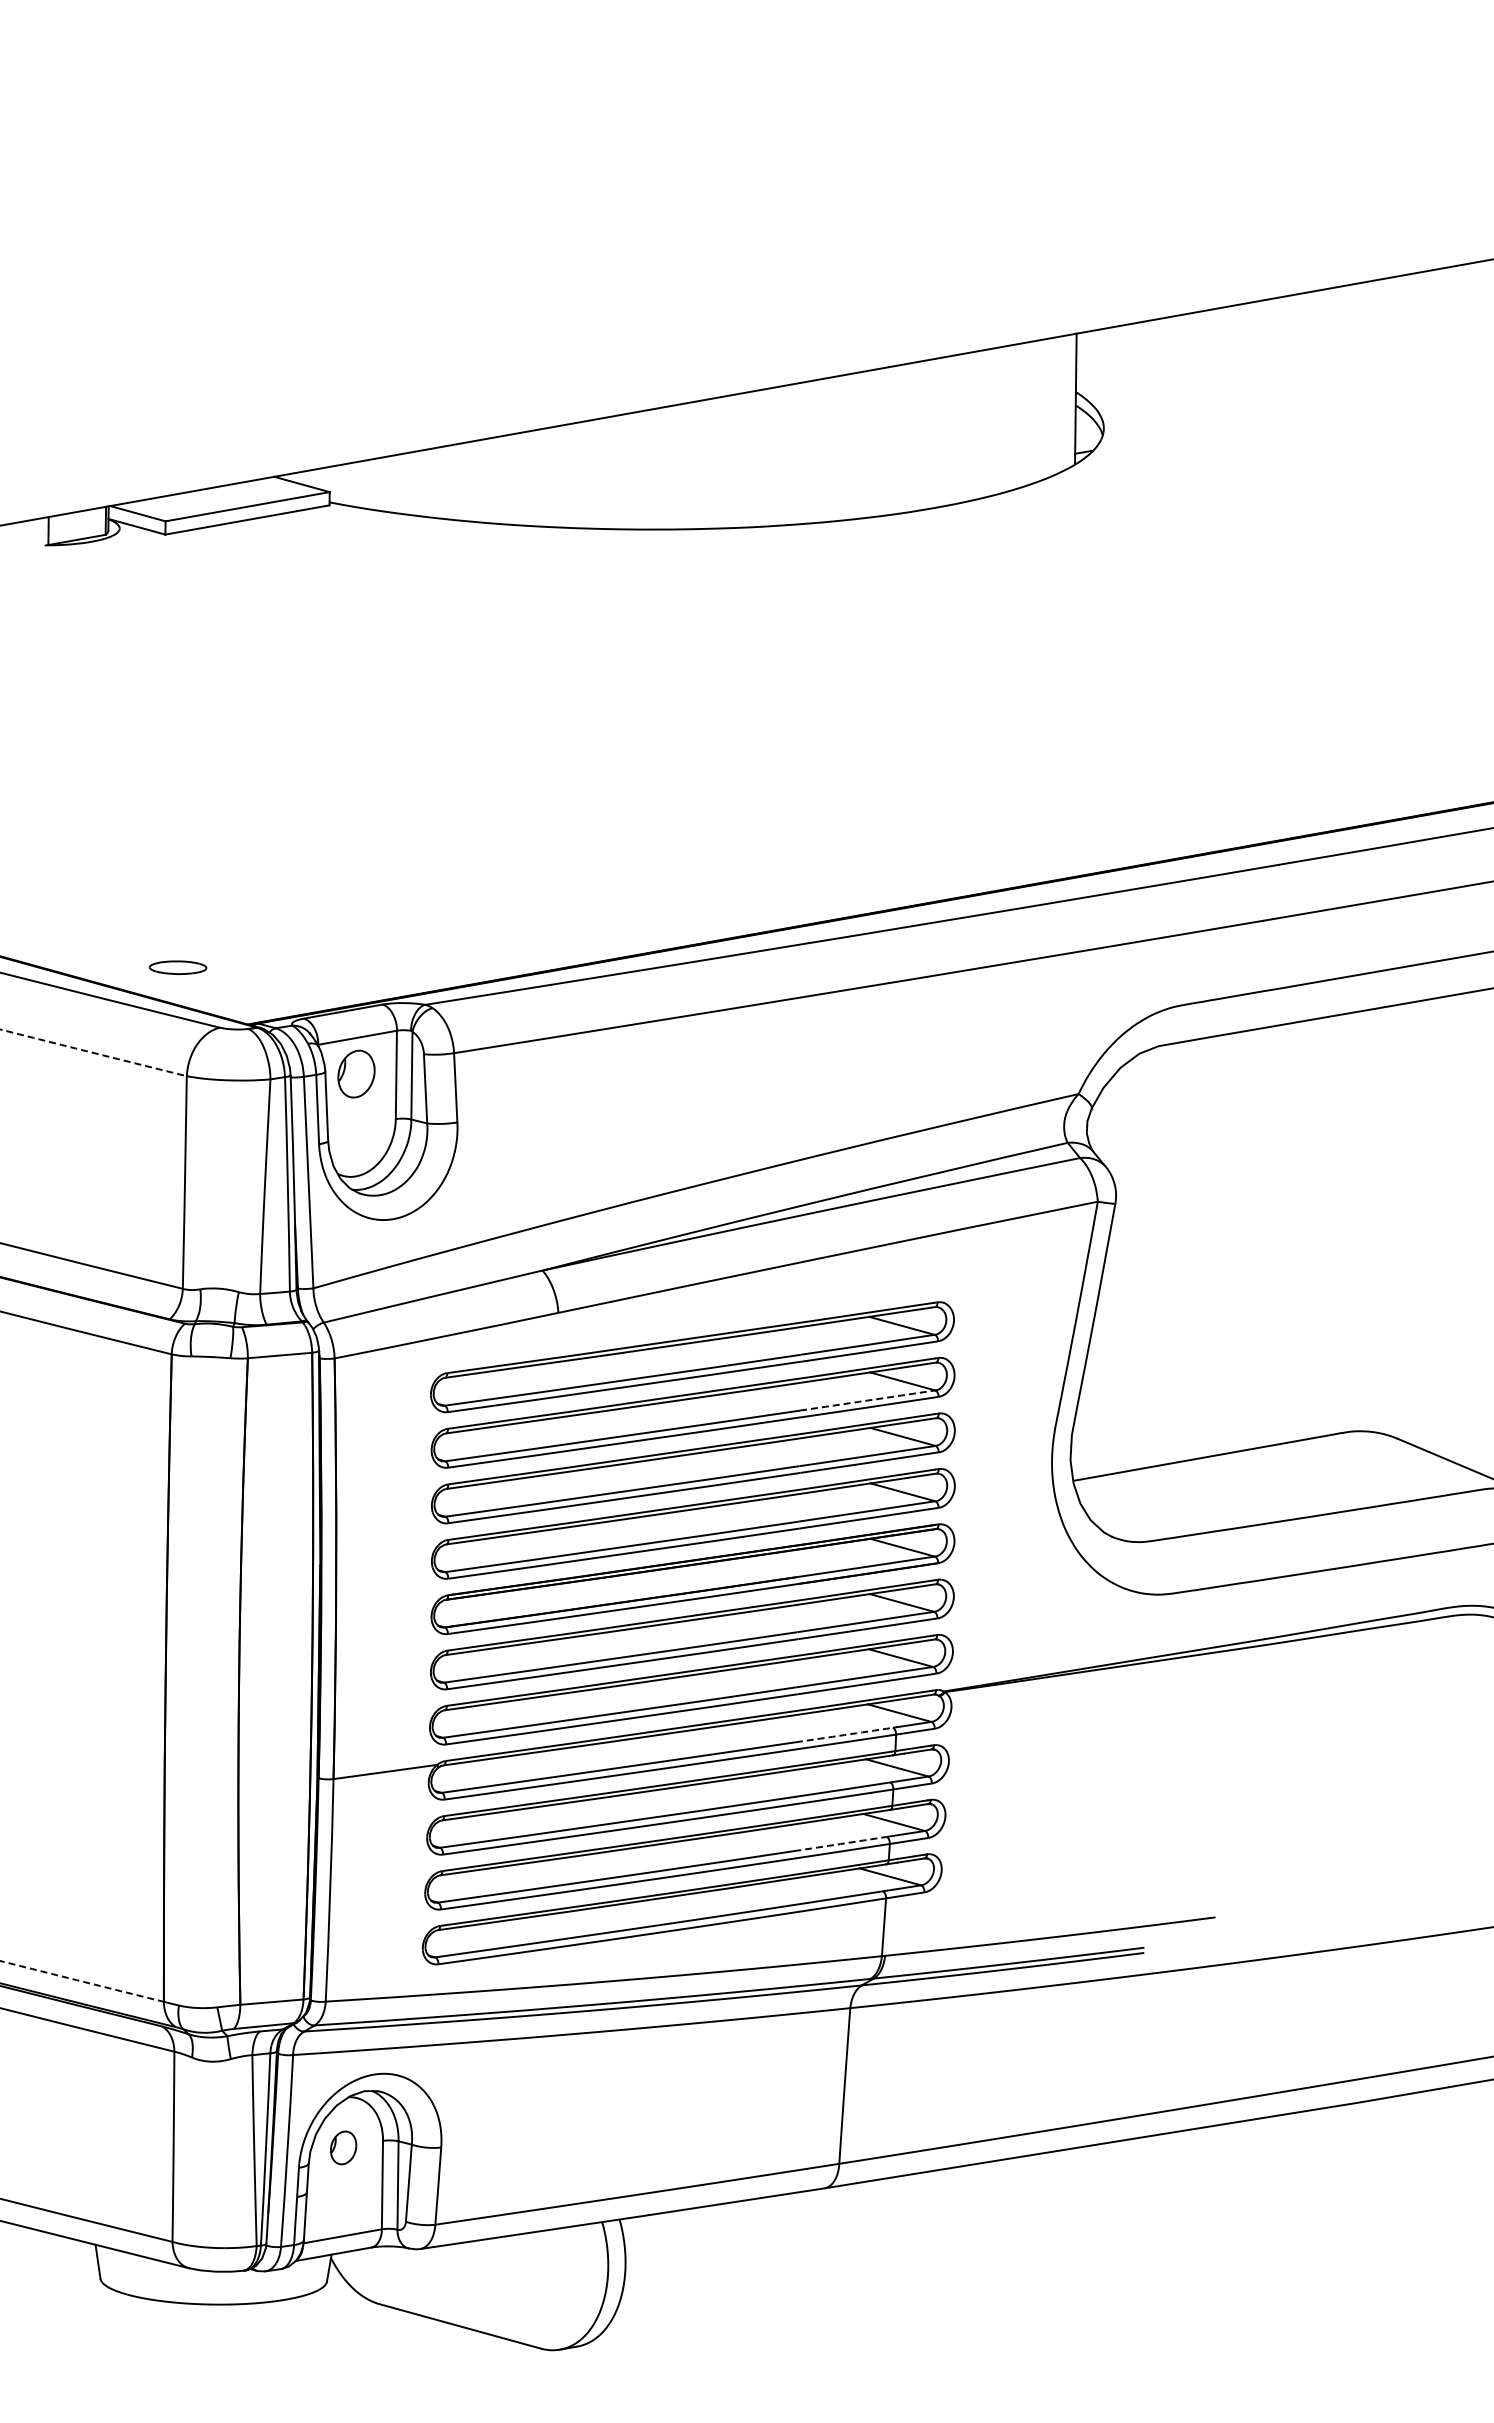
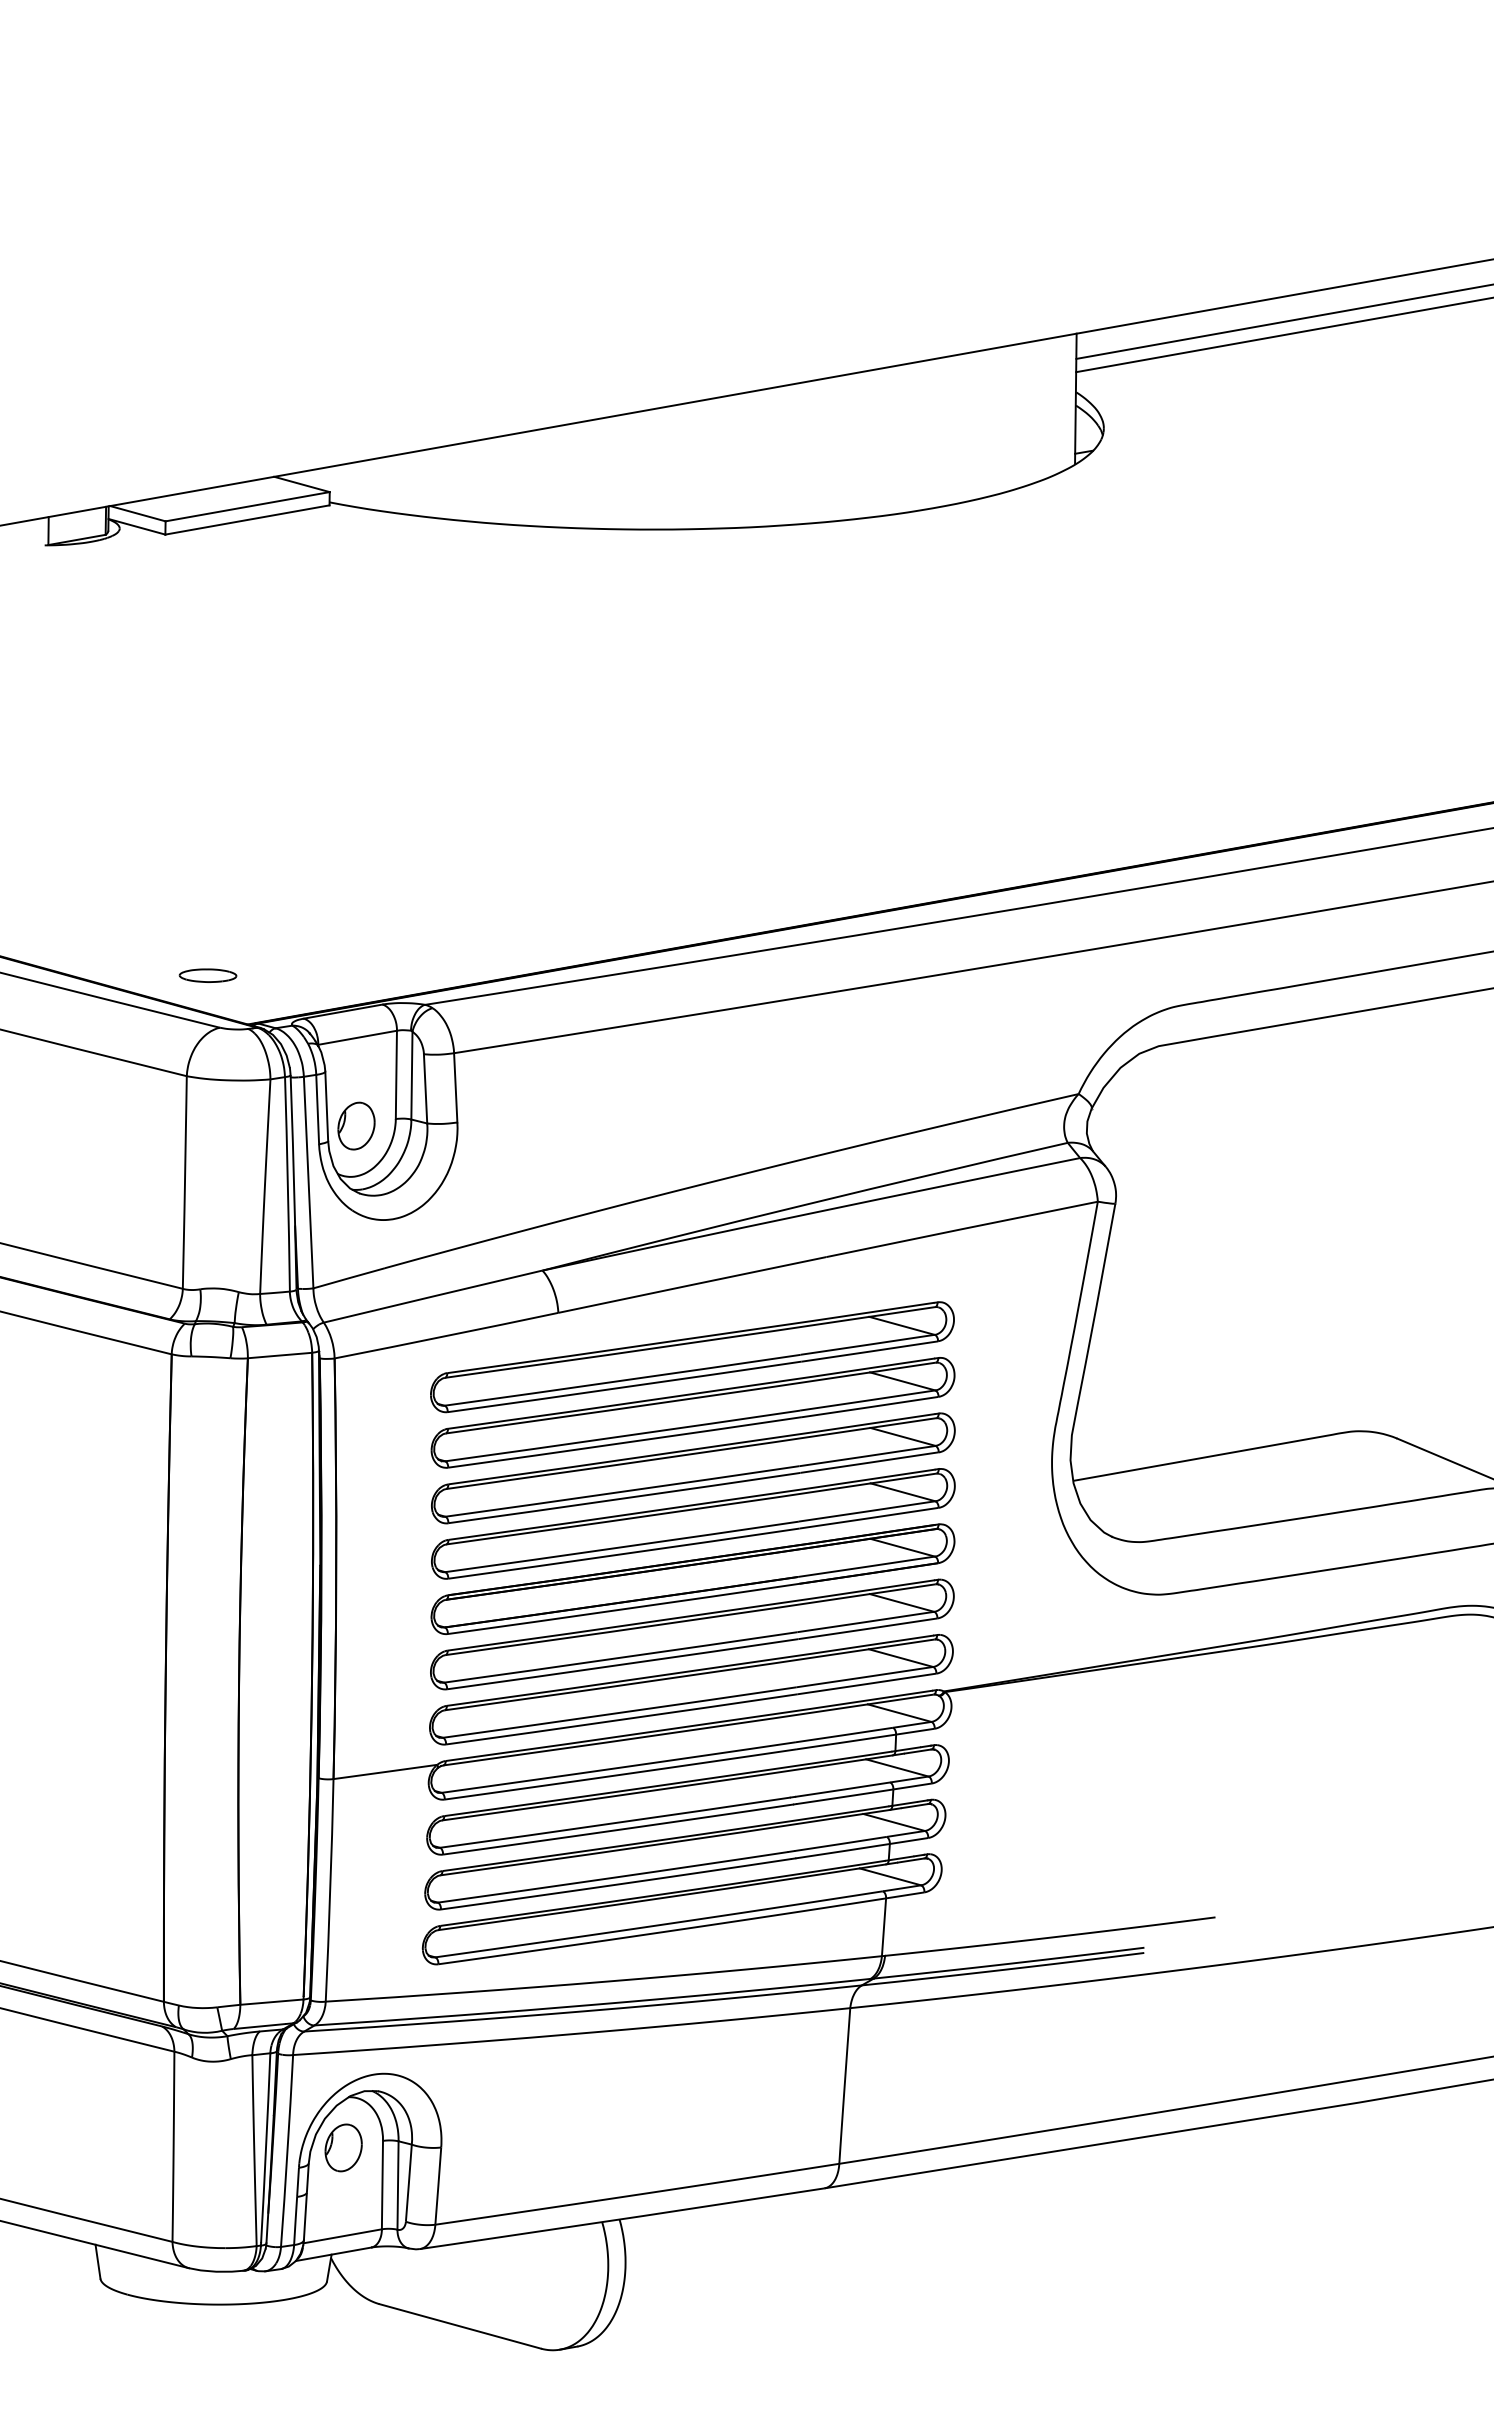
line at (1283, 321): none -> present
line at (1283, 335): none -> present
part at (177, 967) position: (177, 967) -> (207, 975)
arc at (93, 1052): dashed -> solid
part at (356, 1073) position: (356, 1073) -> (356, 1125)
arc at (867, 1400): dashed -> solid
arc at (844, 1735): dashed -> solid
arc at (840, 1844): dashed -> solid
arc at (82, 1981): dashed -> solid
part at (343, 2147) size: 28x36 px -> 39x50 px
